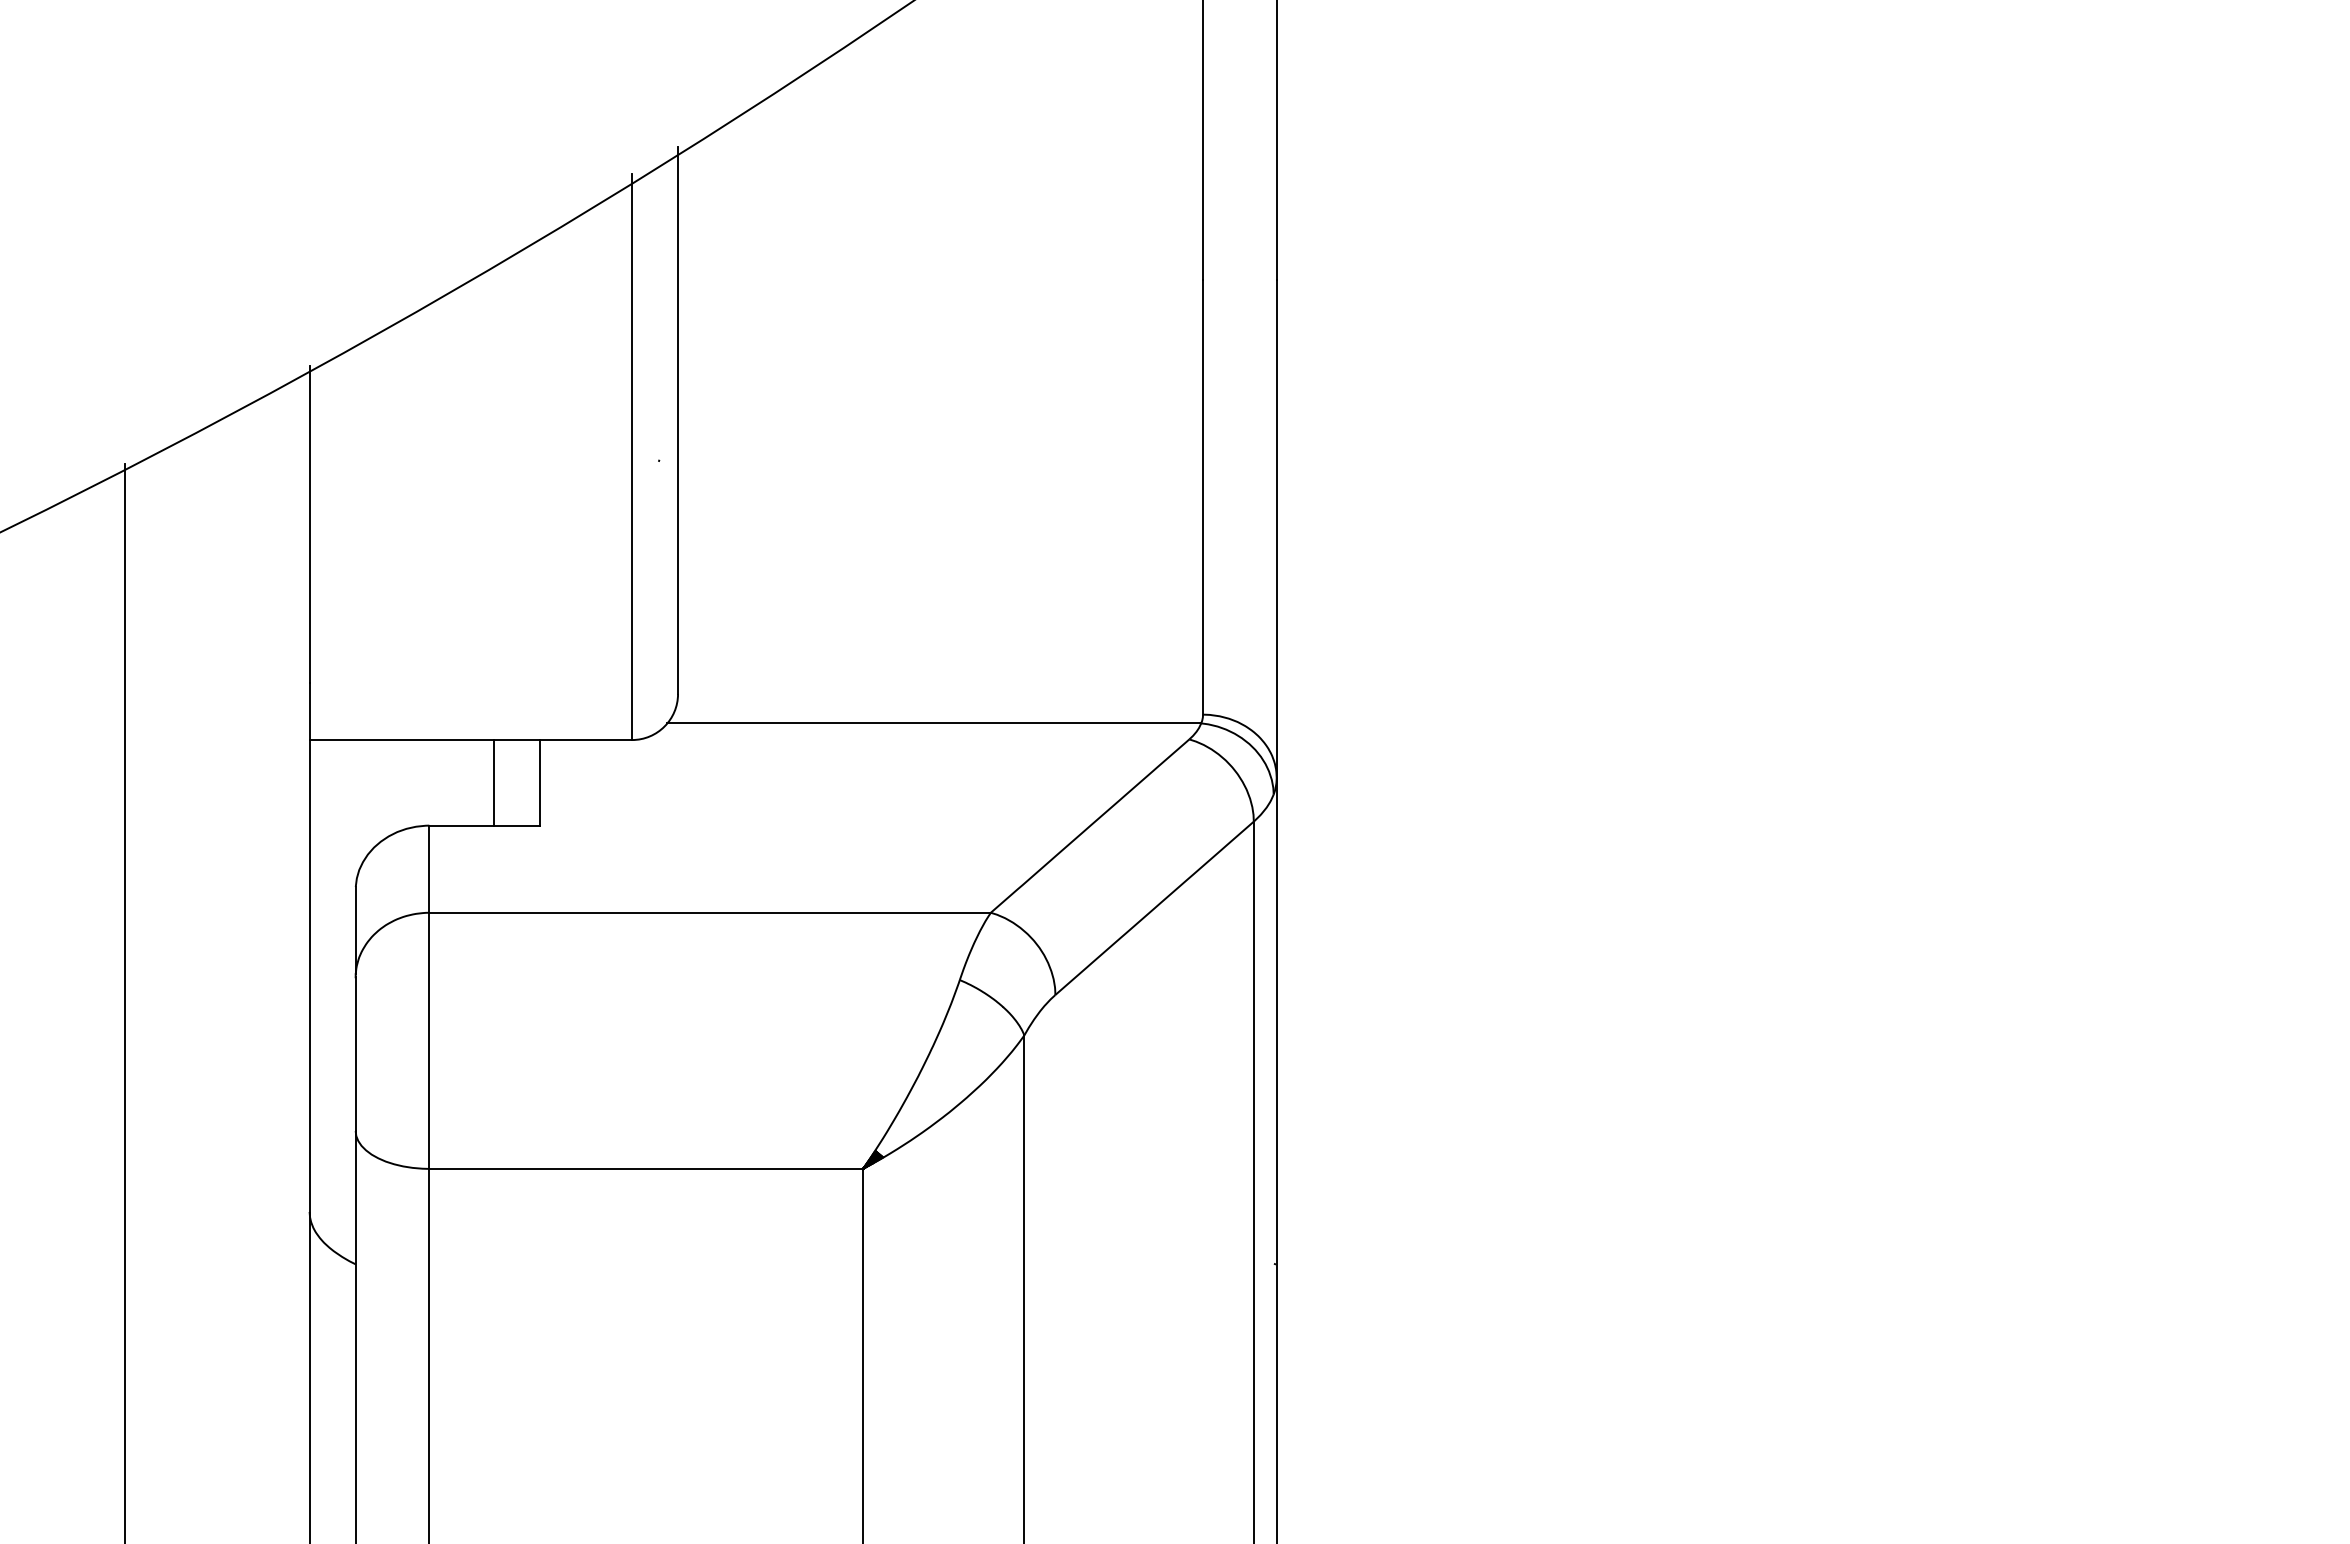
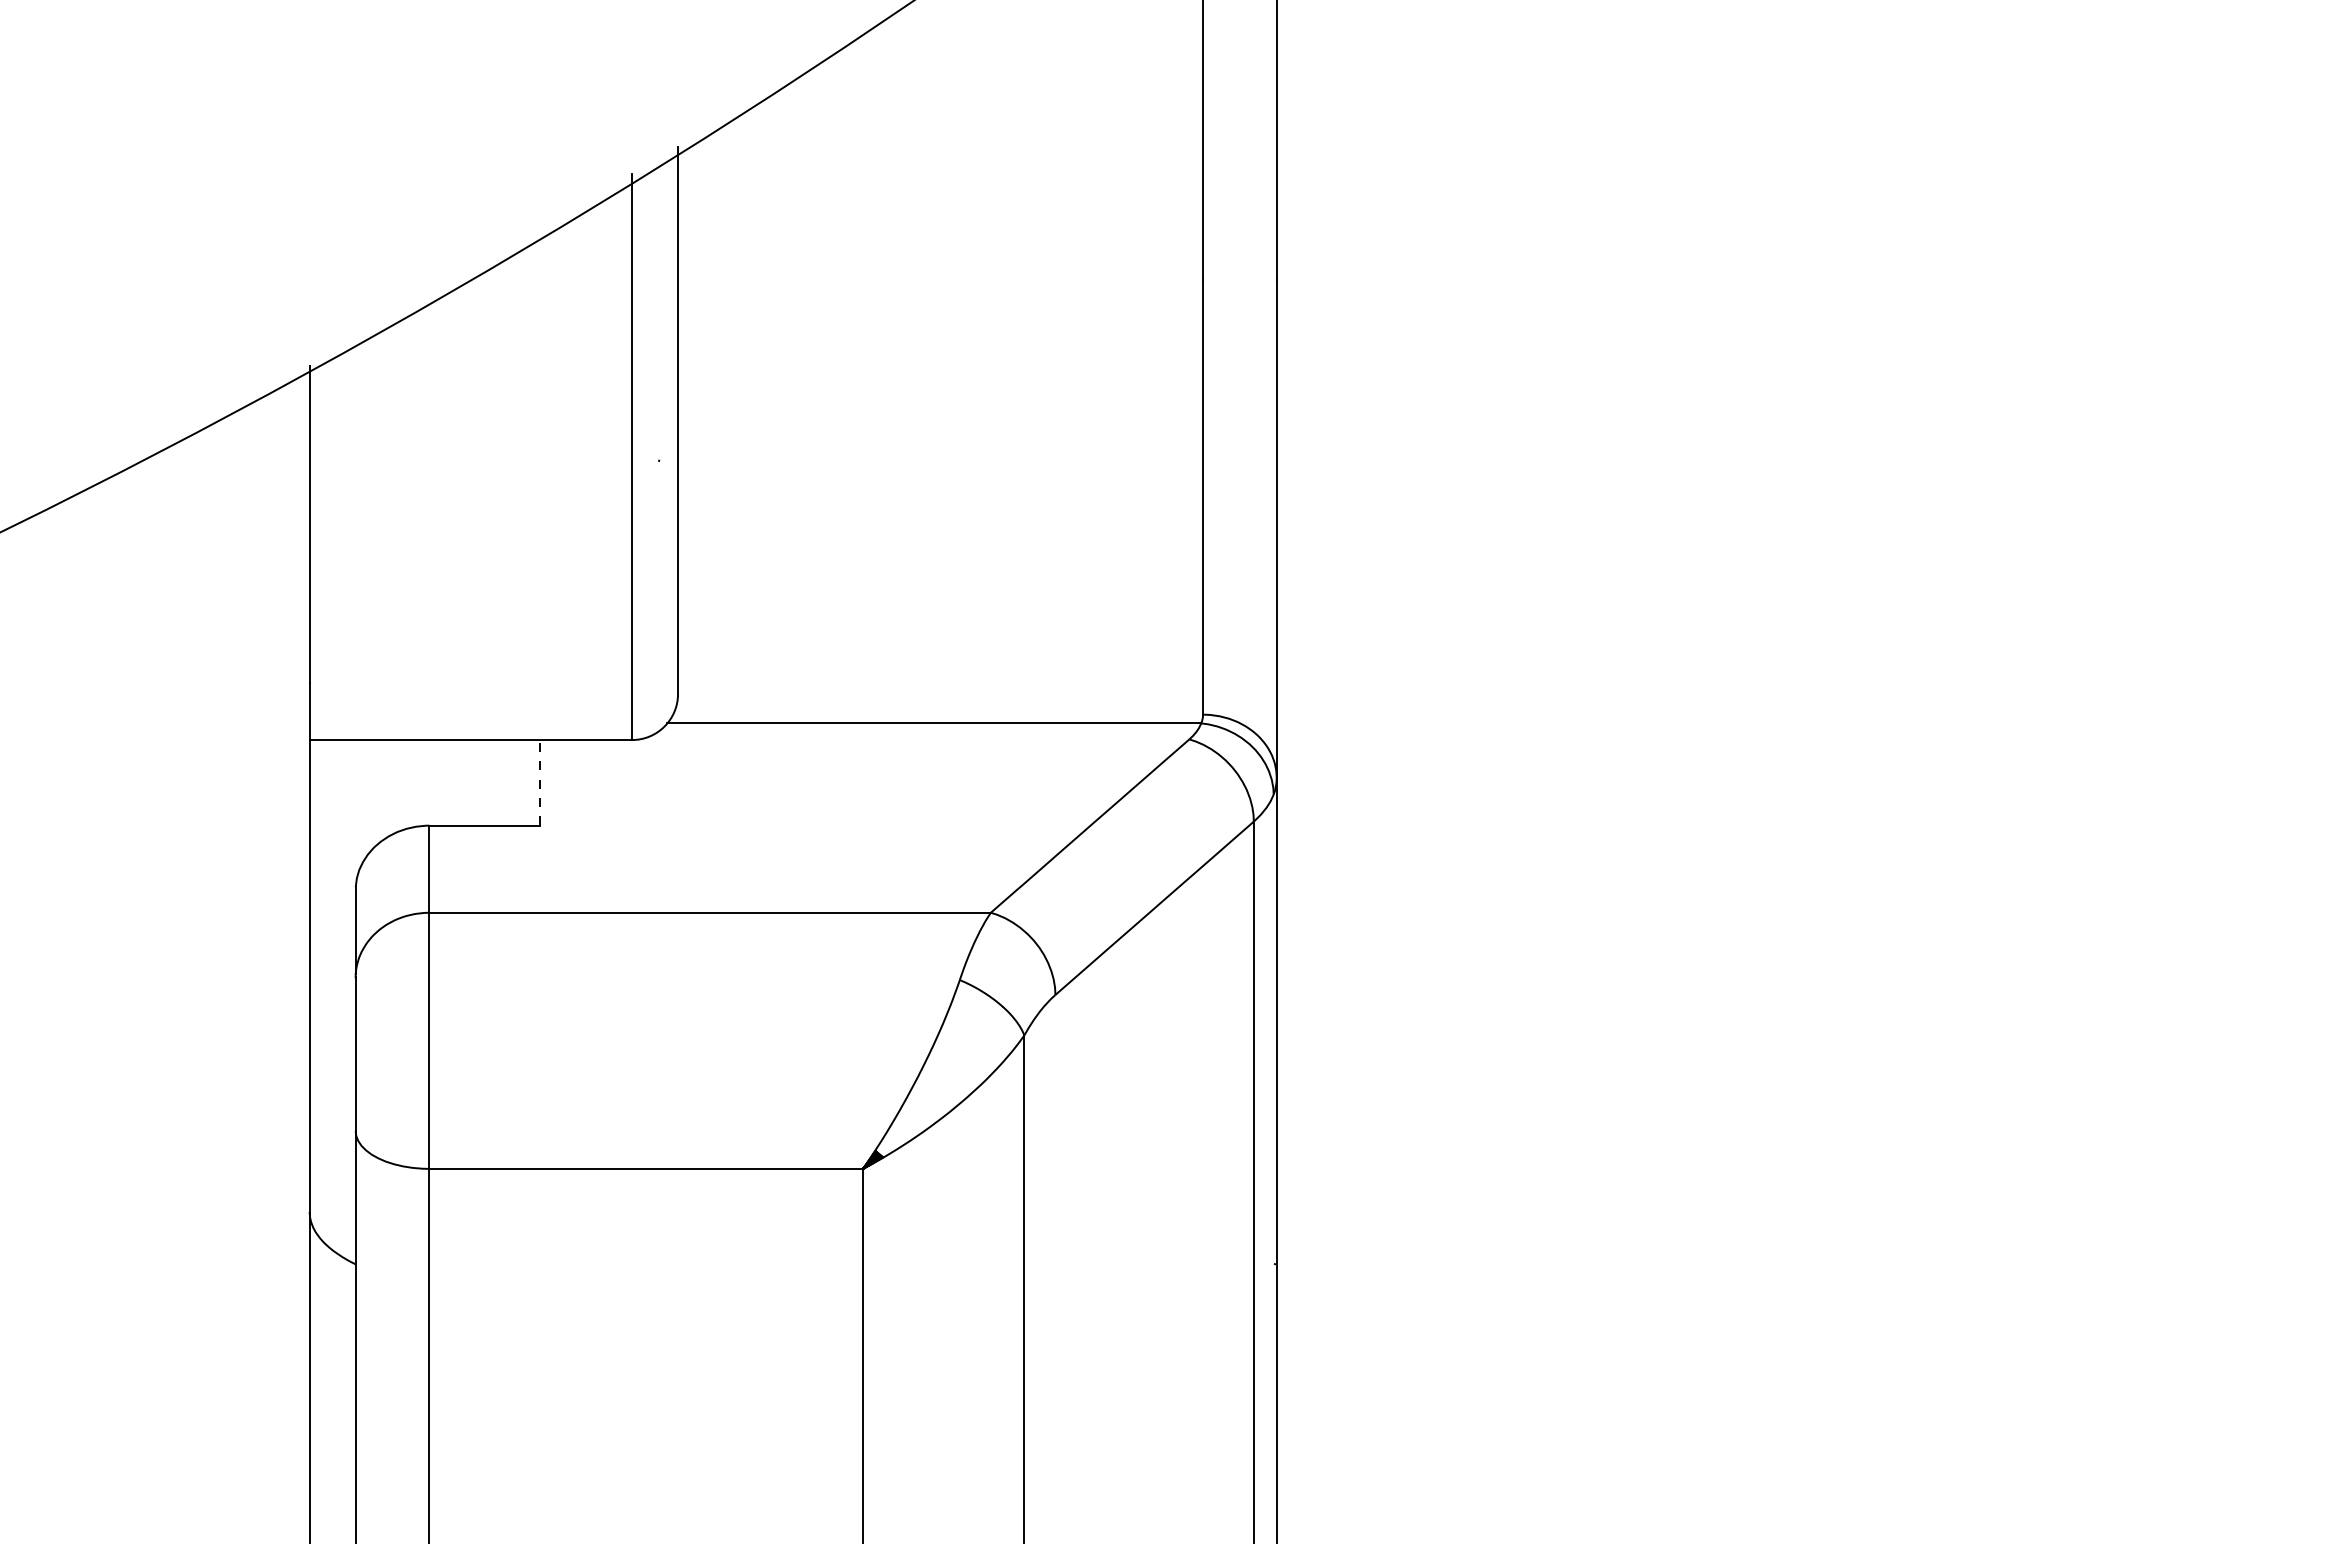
line at (493, 782): present -> none
line at (539, 782): solid -> dashed
line at (125, 1002): present -> none
